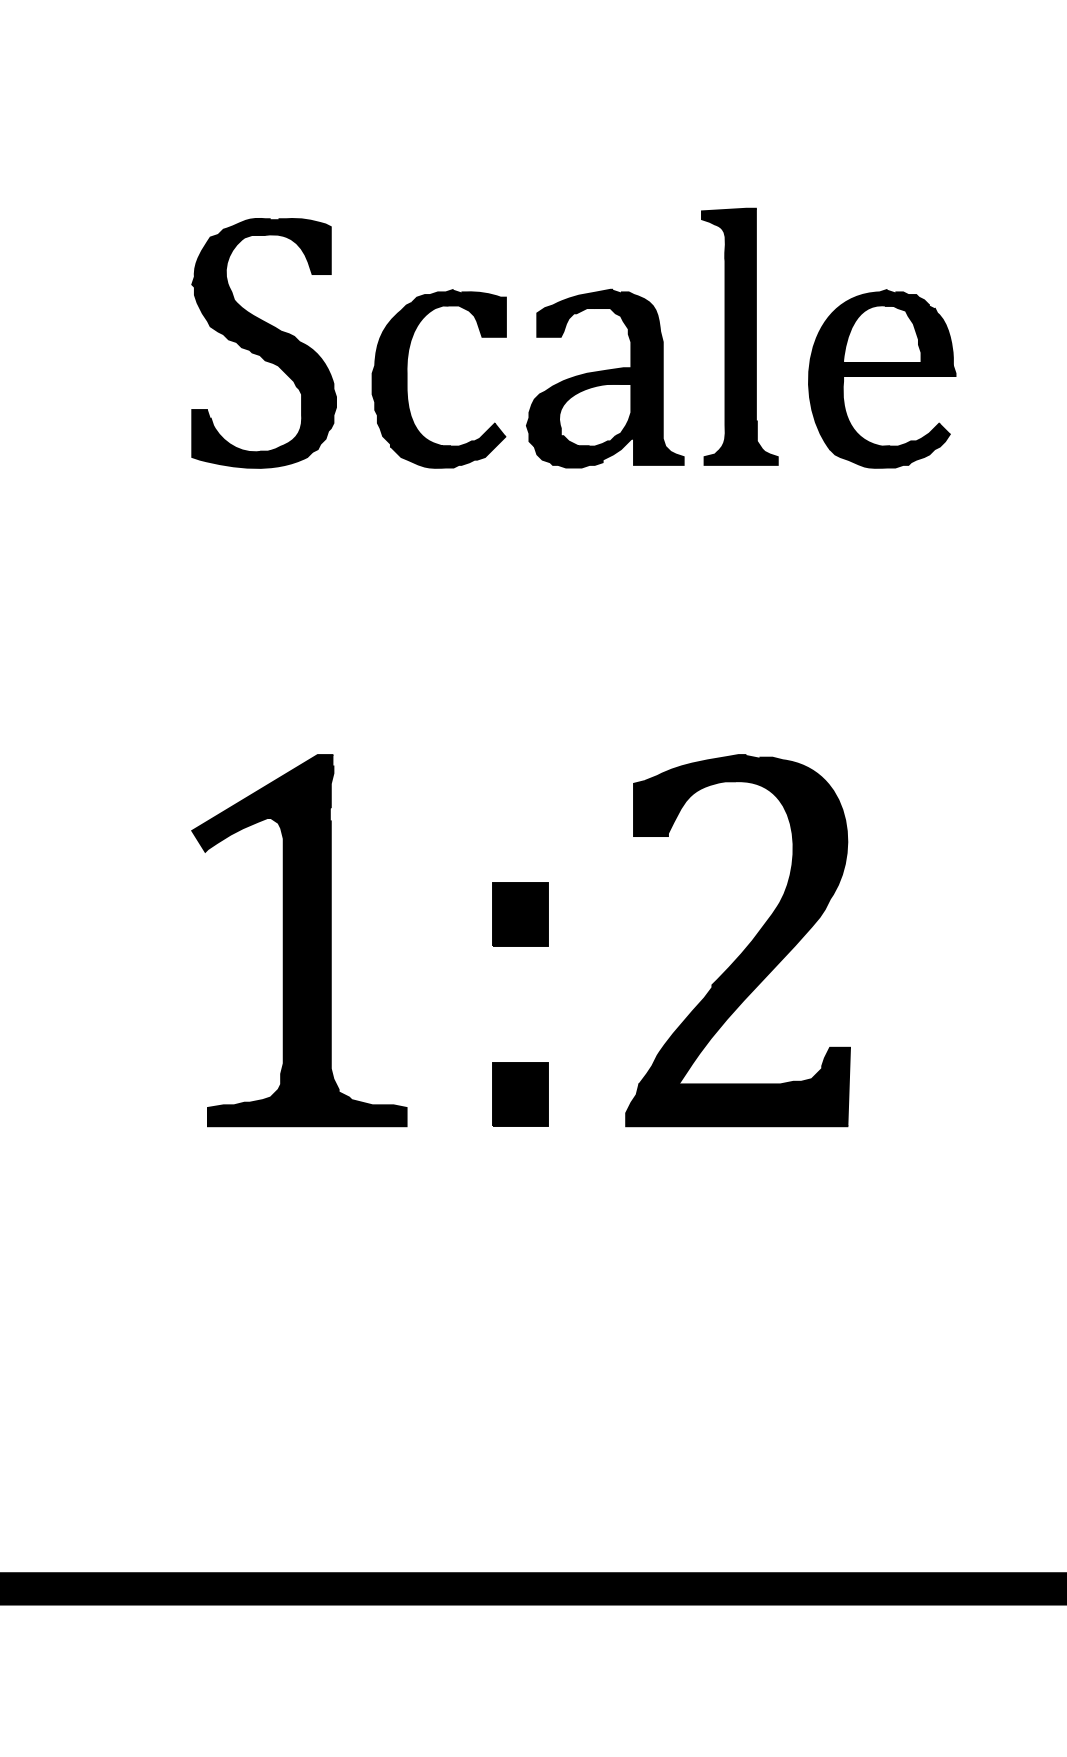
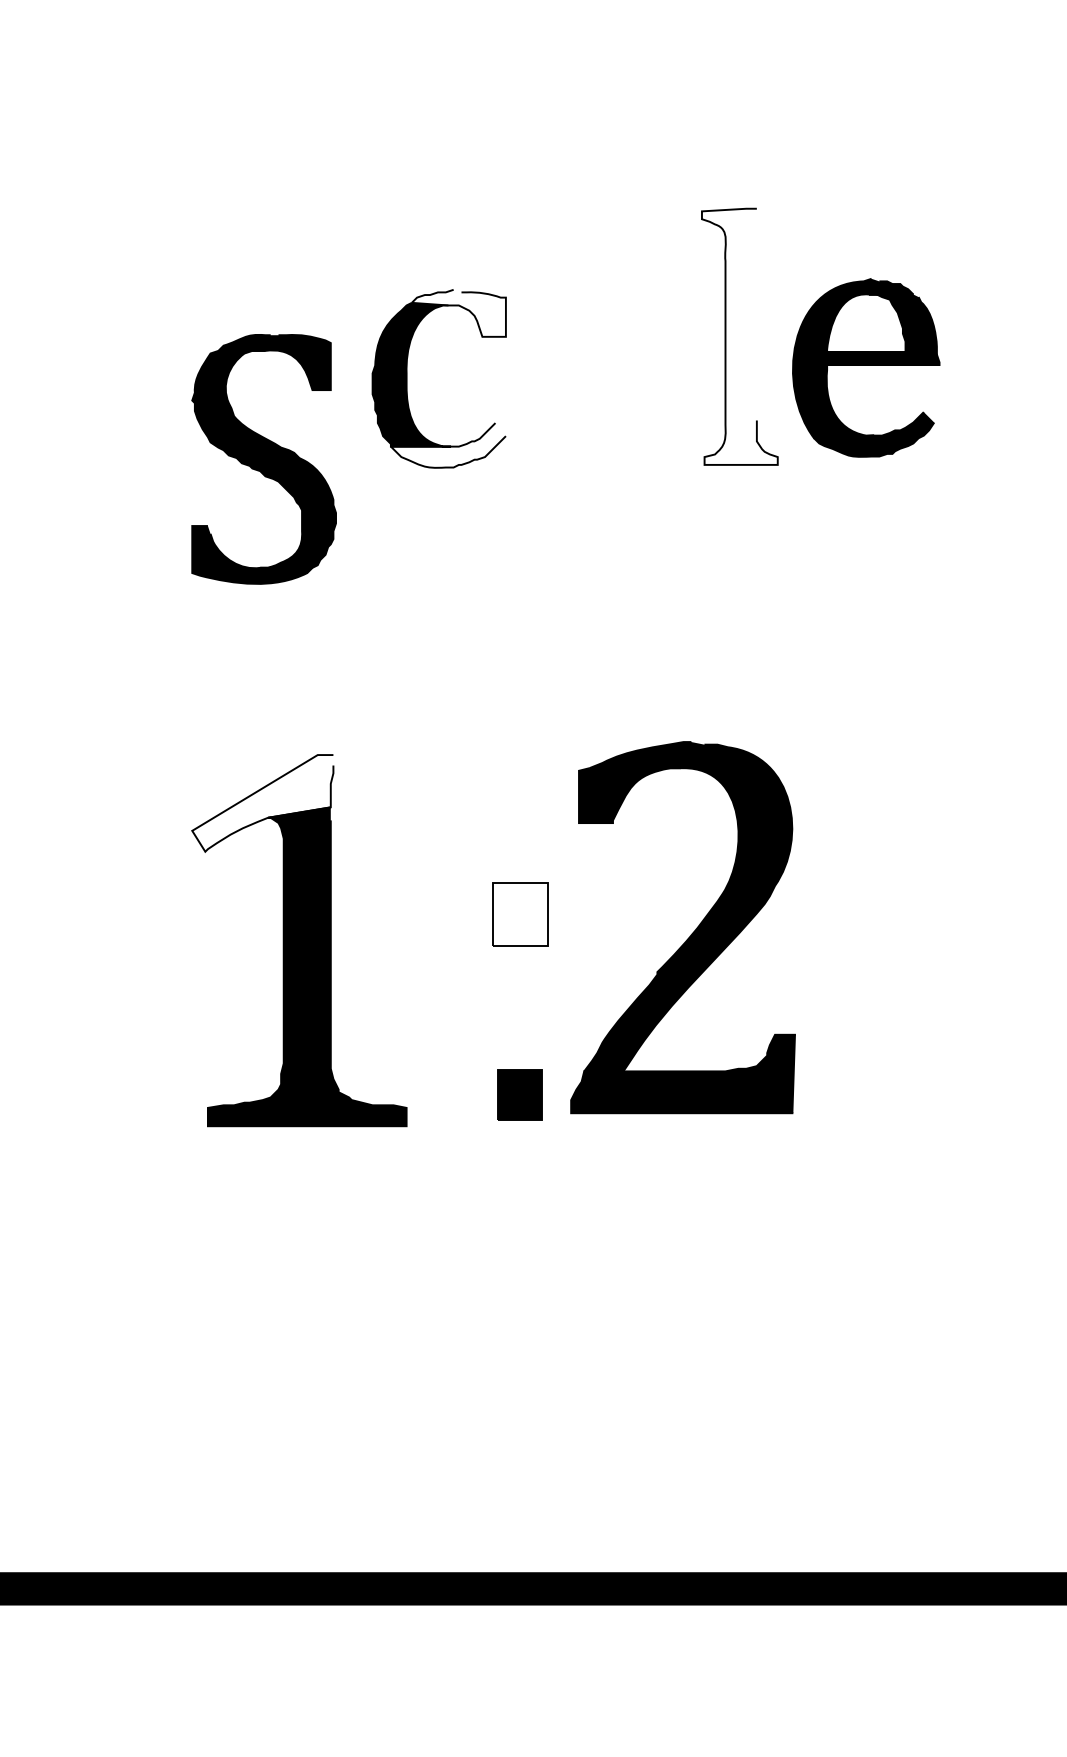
fill at (458, 312): present -> none
fill at (739, 336): present -> none
part at (263, 343) position: (263, 343) -> (263, 459)
part at (605, 378): present -> none
part at (882, 378) position: (882, 378) -> (866, 367)
fill at (447, 445): present -> none
fill at (262, 803): present -> none
fill at (519, 914): present -> none
part at (745, 947) position: (745, 947) -> (690, 934)
part at (520, 1094) size: 57x65 px -> 46x52 px
